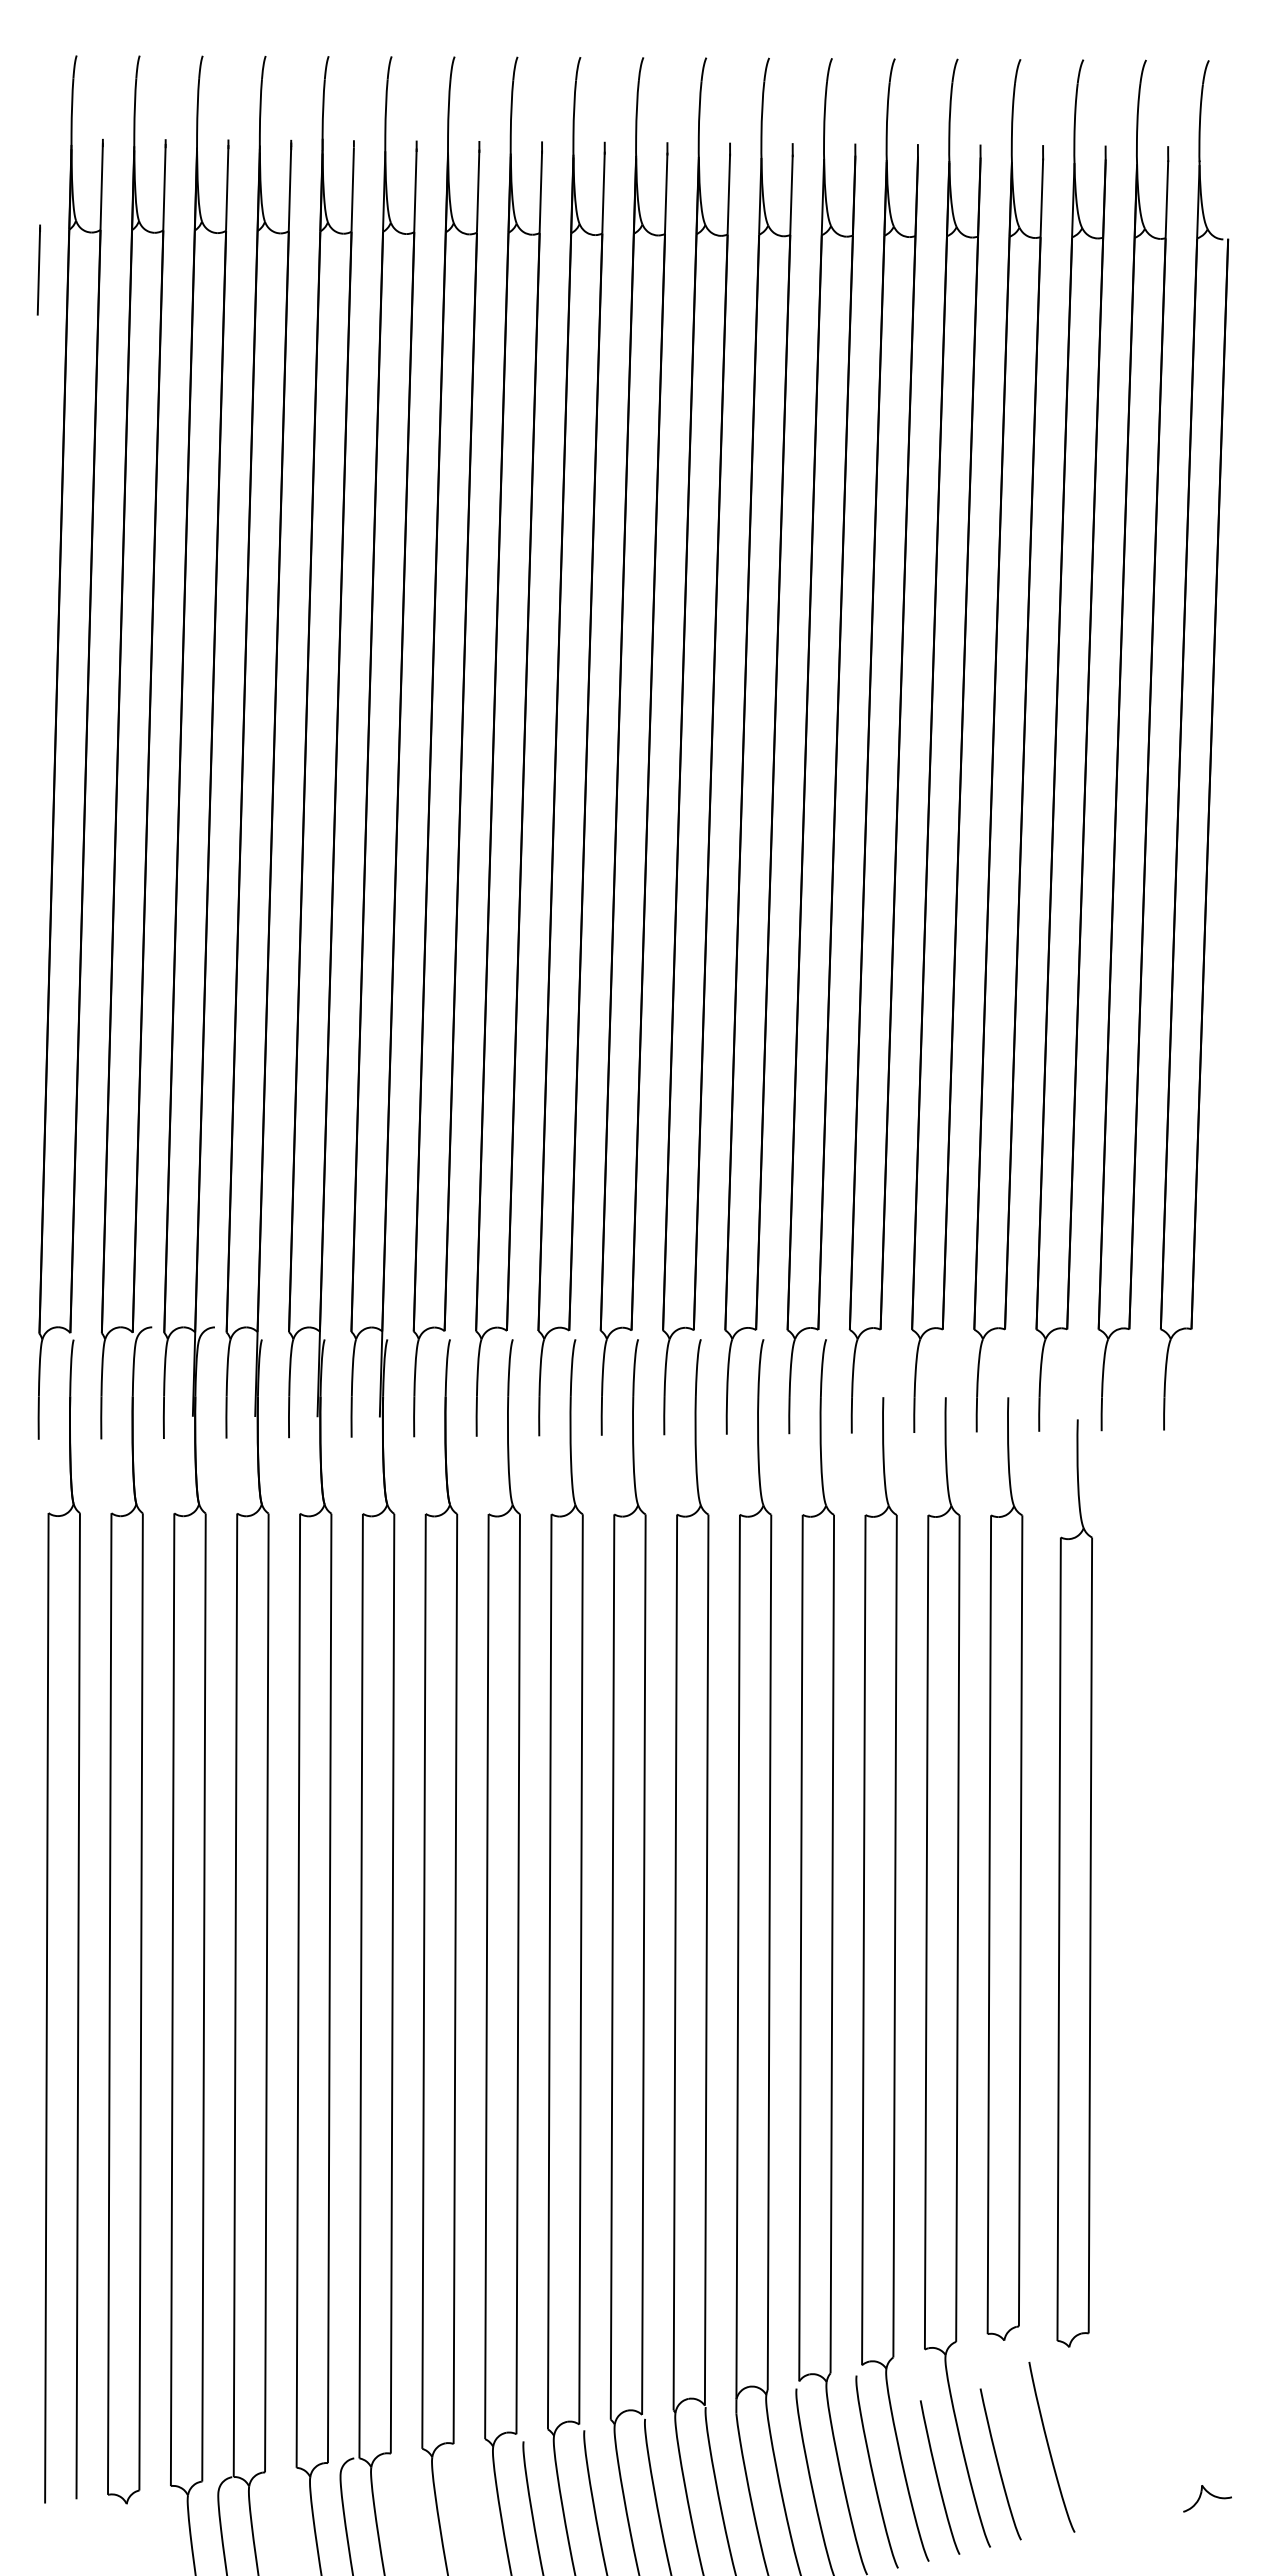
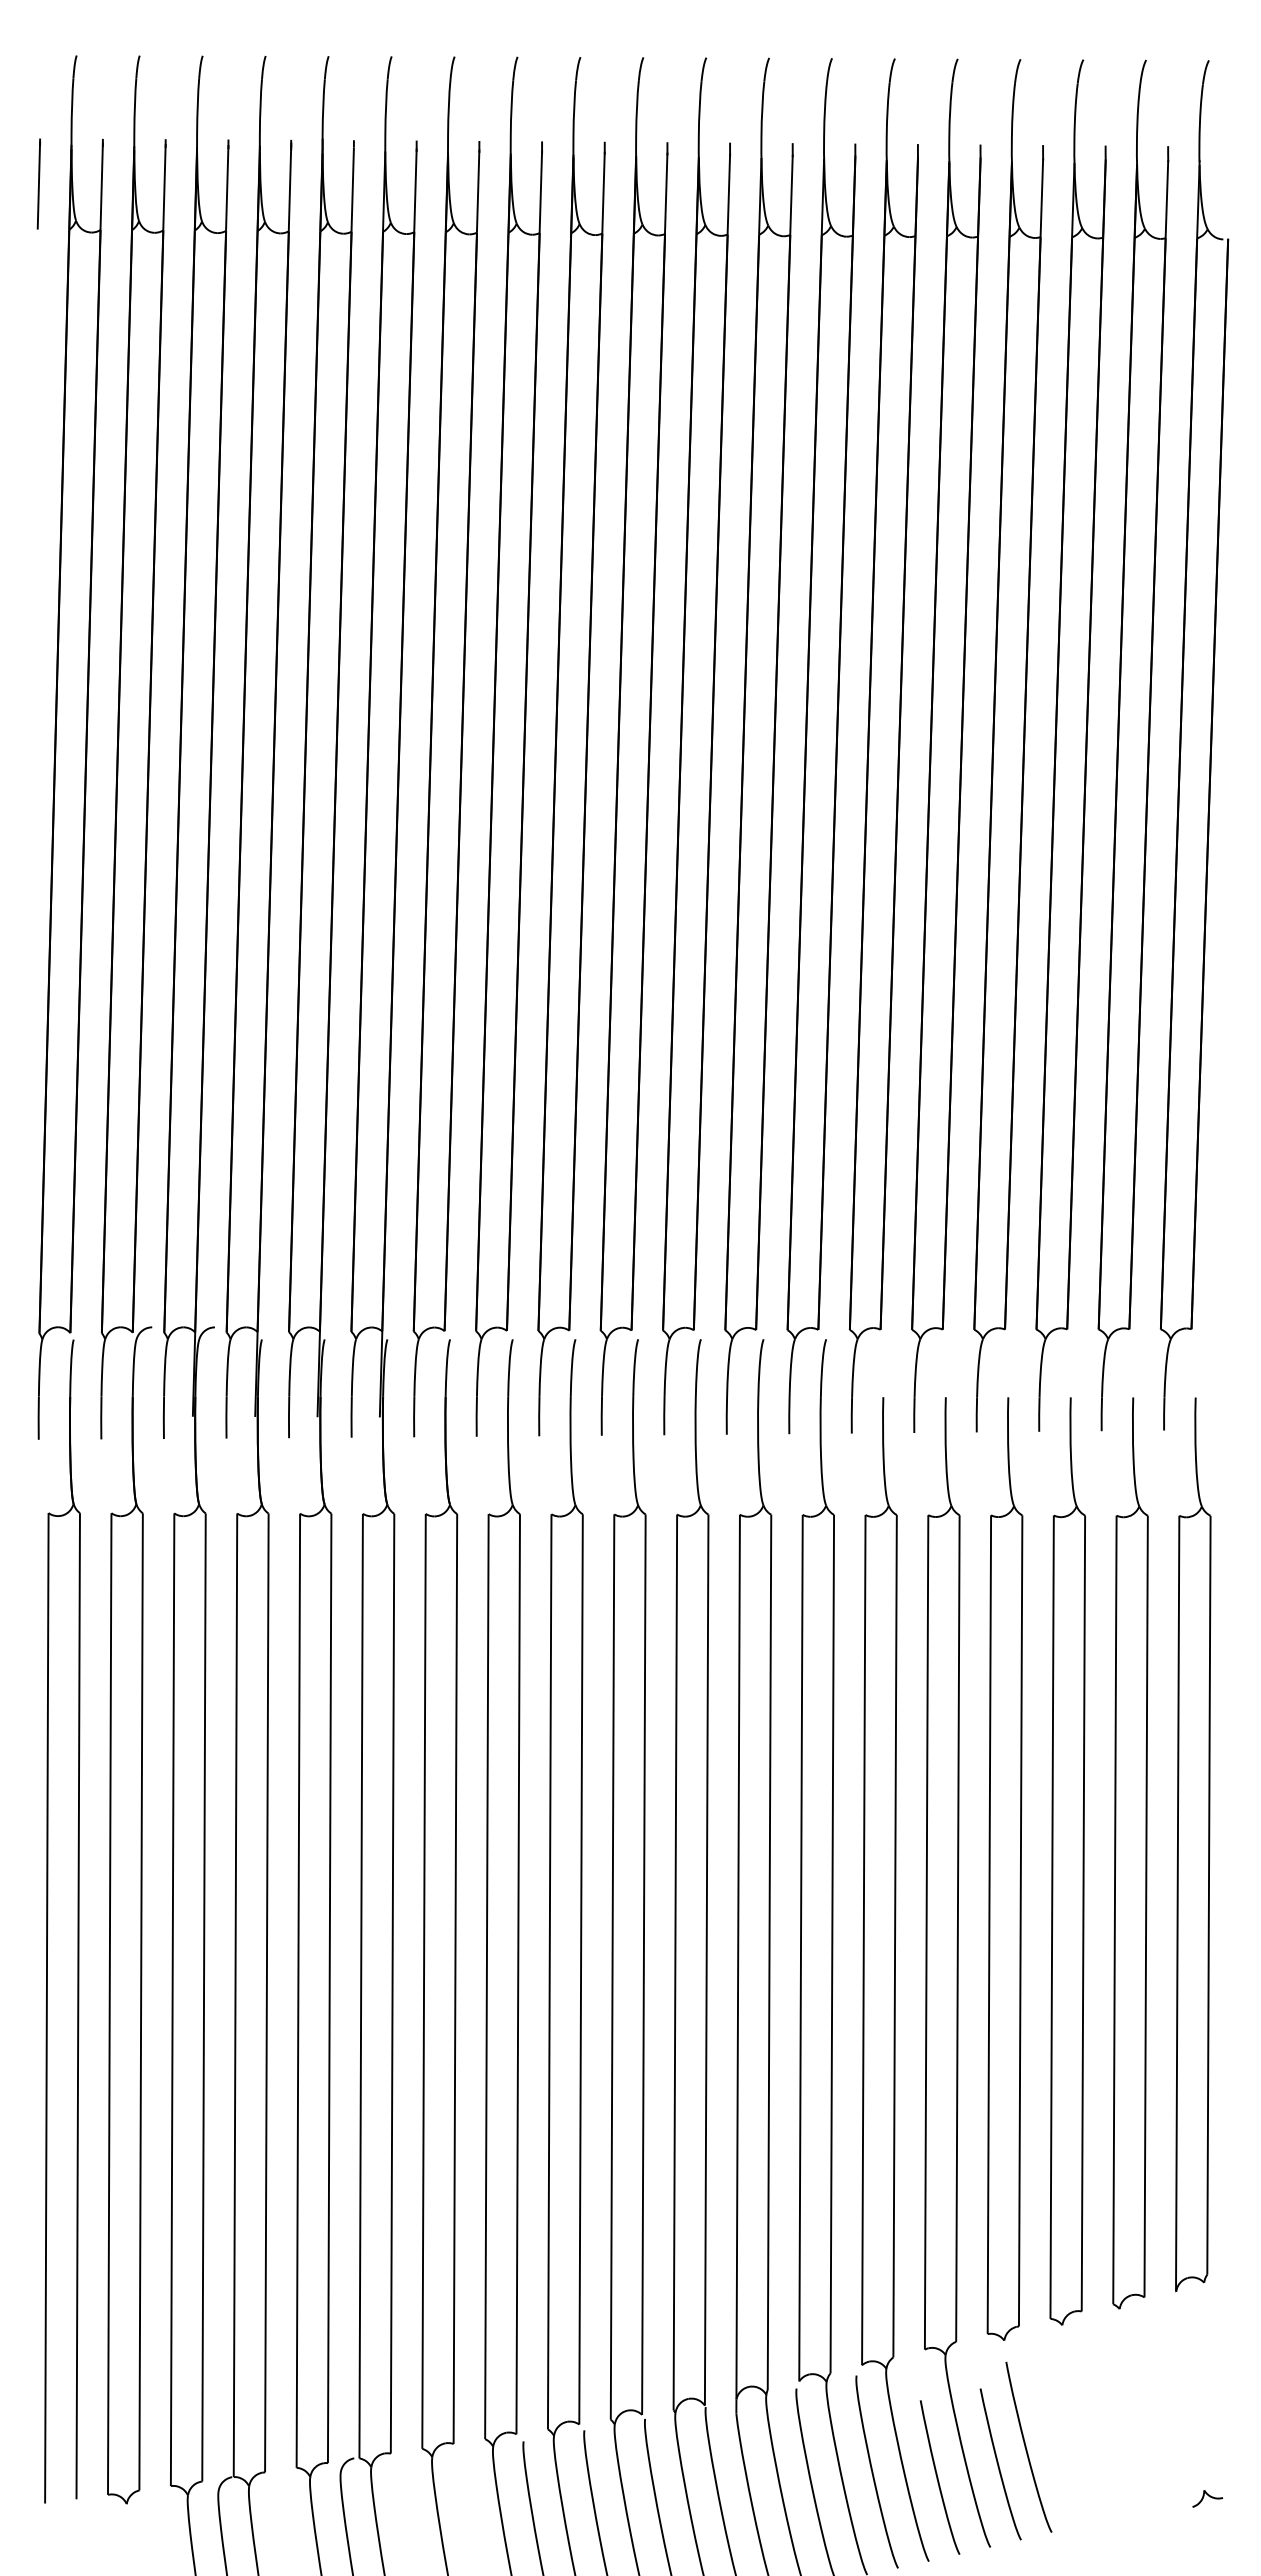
line at (38, 269) position: (38, 269) -> (38, 183)
part at (1193, 1844): none -> present
part at (1130, 1853): none -> present
part at (1074, 1883) position: (1074, 1883) -> (1067, 1861)
curve at (1049, 2446) position: (1049, 2446) -> (1026, 2446)
part at (1207, 2498) size: 49x28 px -> 32x18 px
